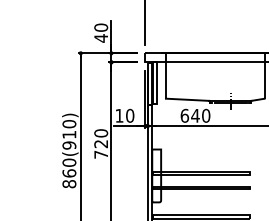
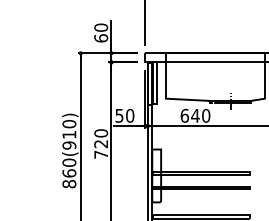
text at (101, 38): 40 -> 60
text at (119, 115): 10 -> 50
